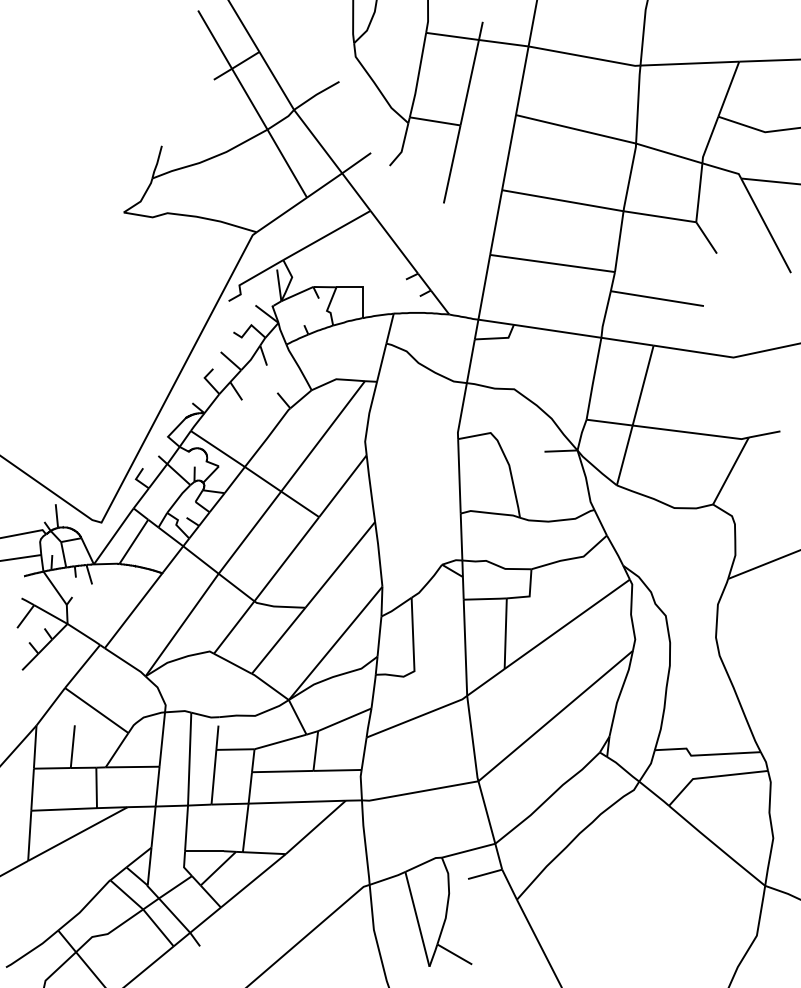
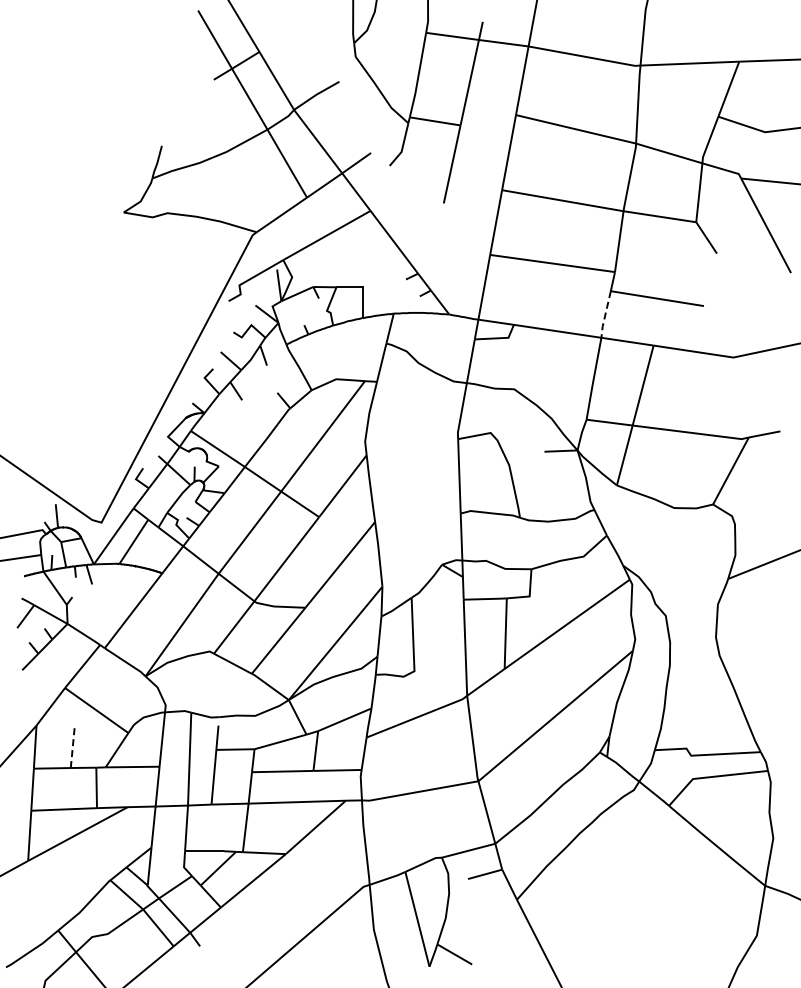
line at (605, 315): solid -> dashed
line at (72, 746): solid -> dashed
